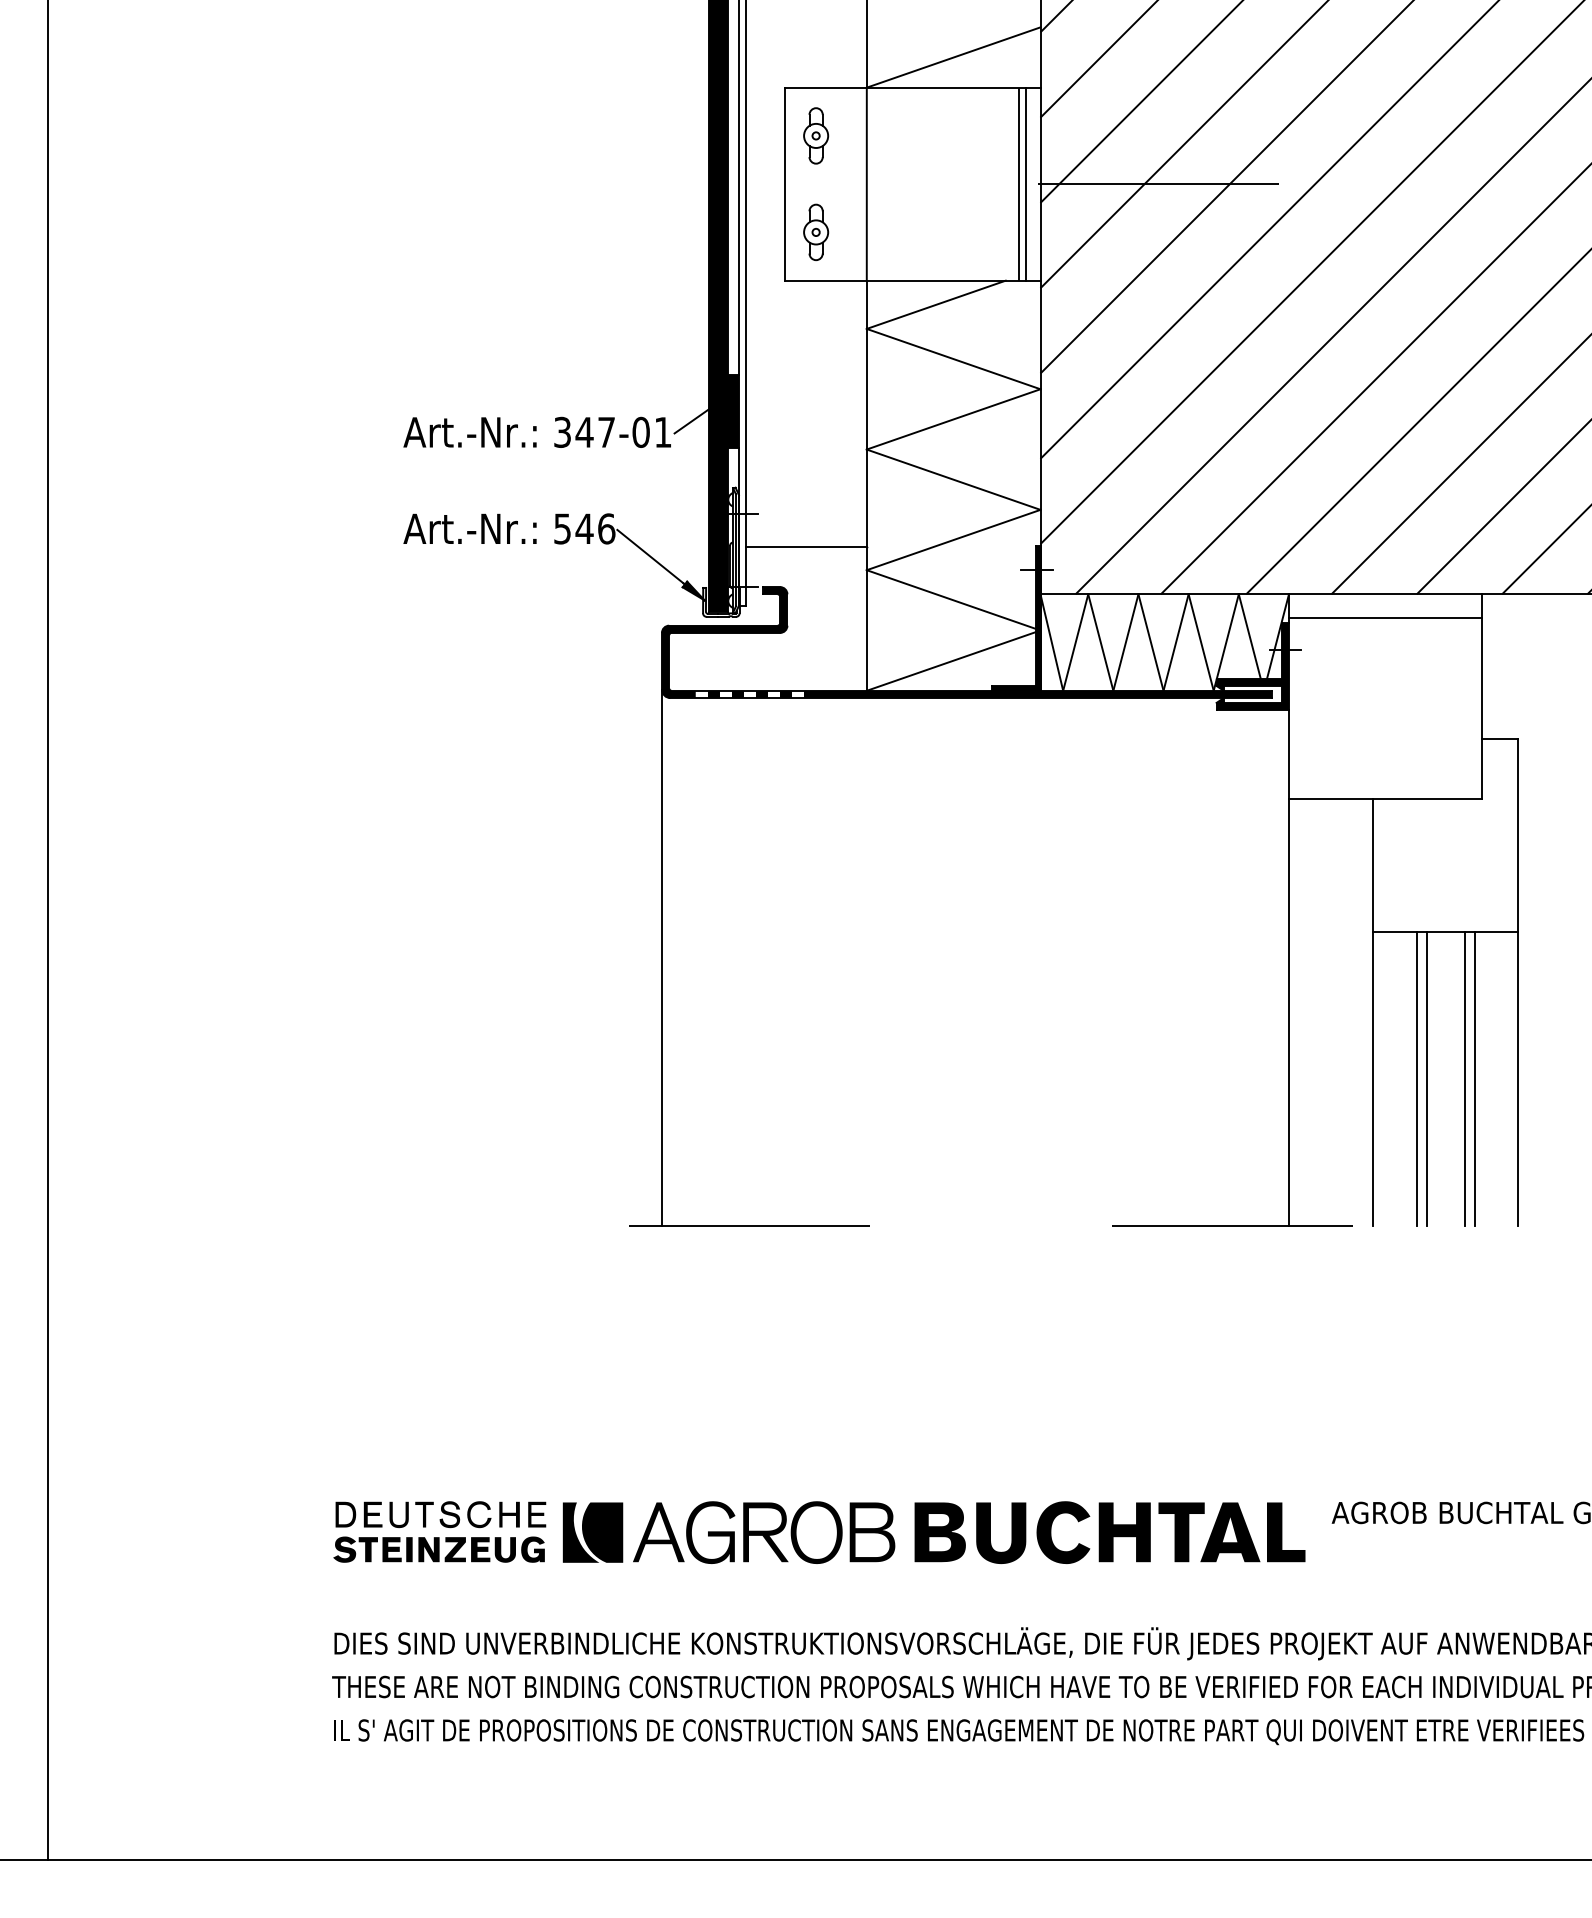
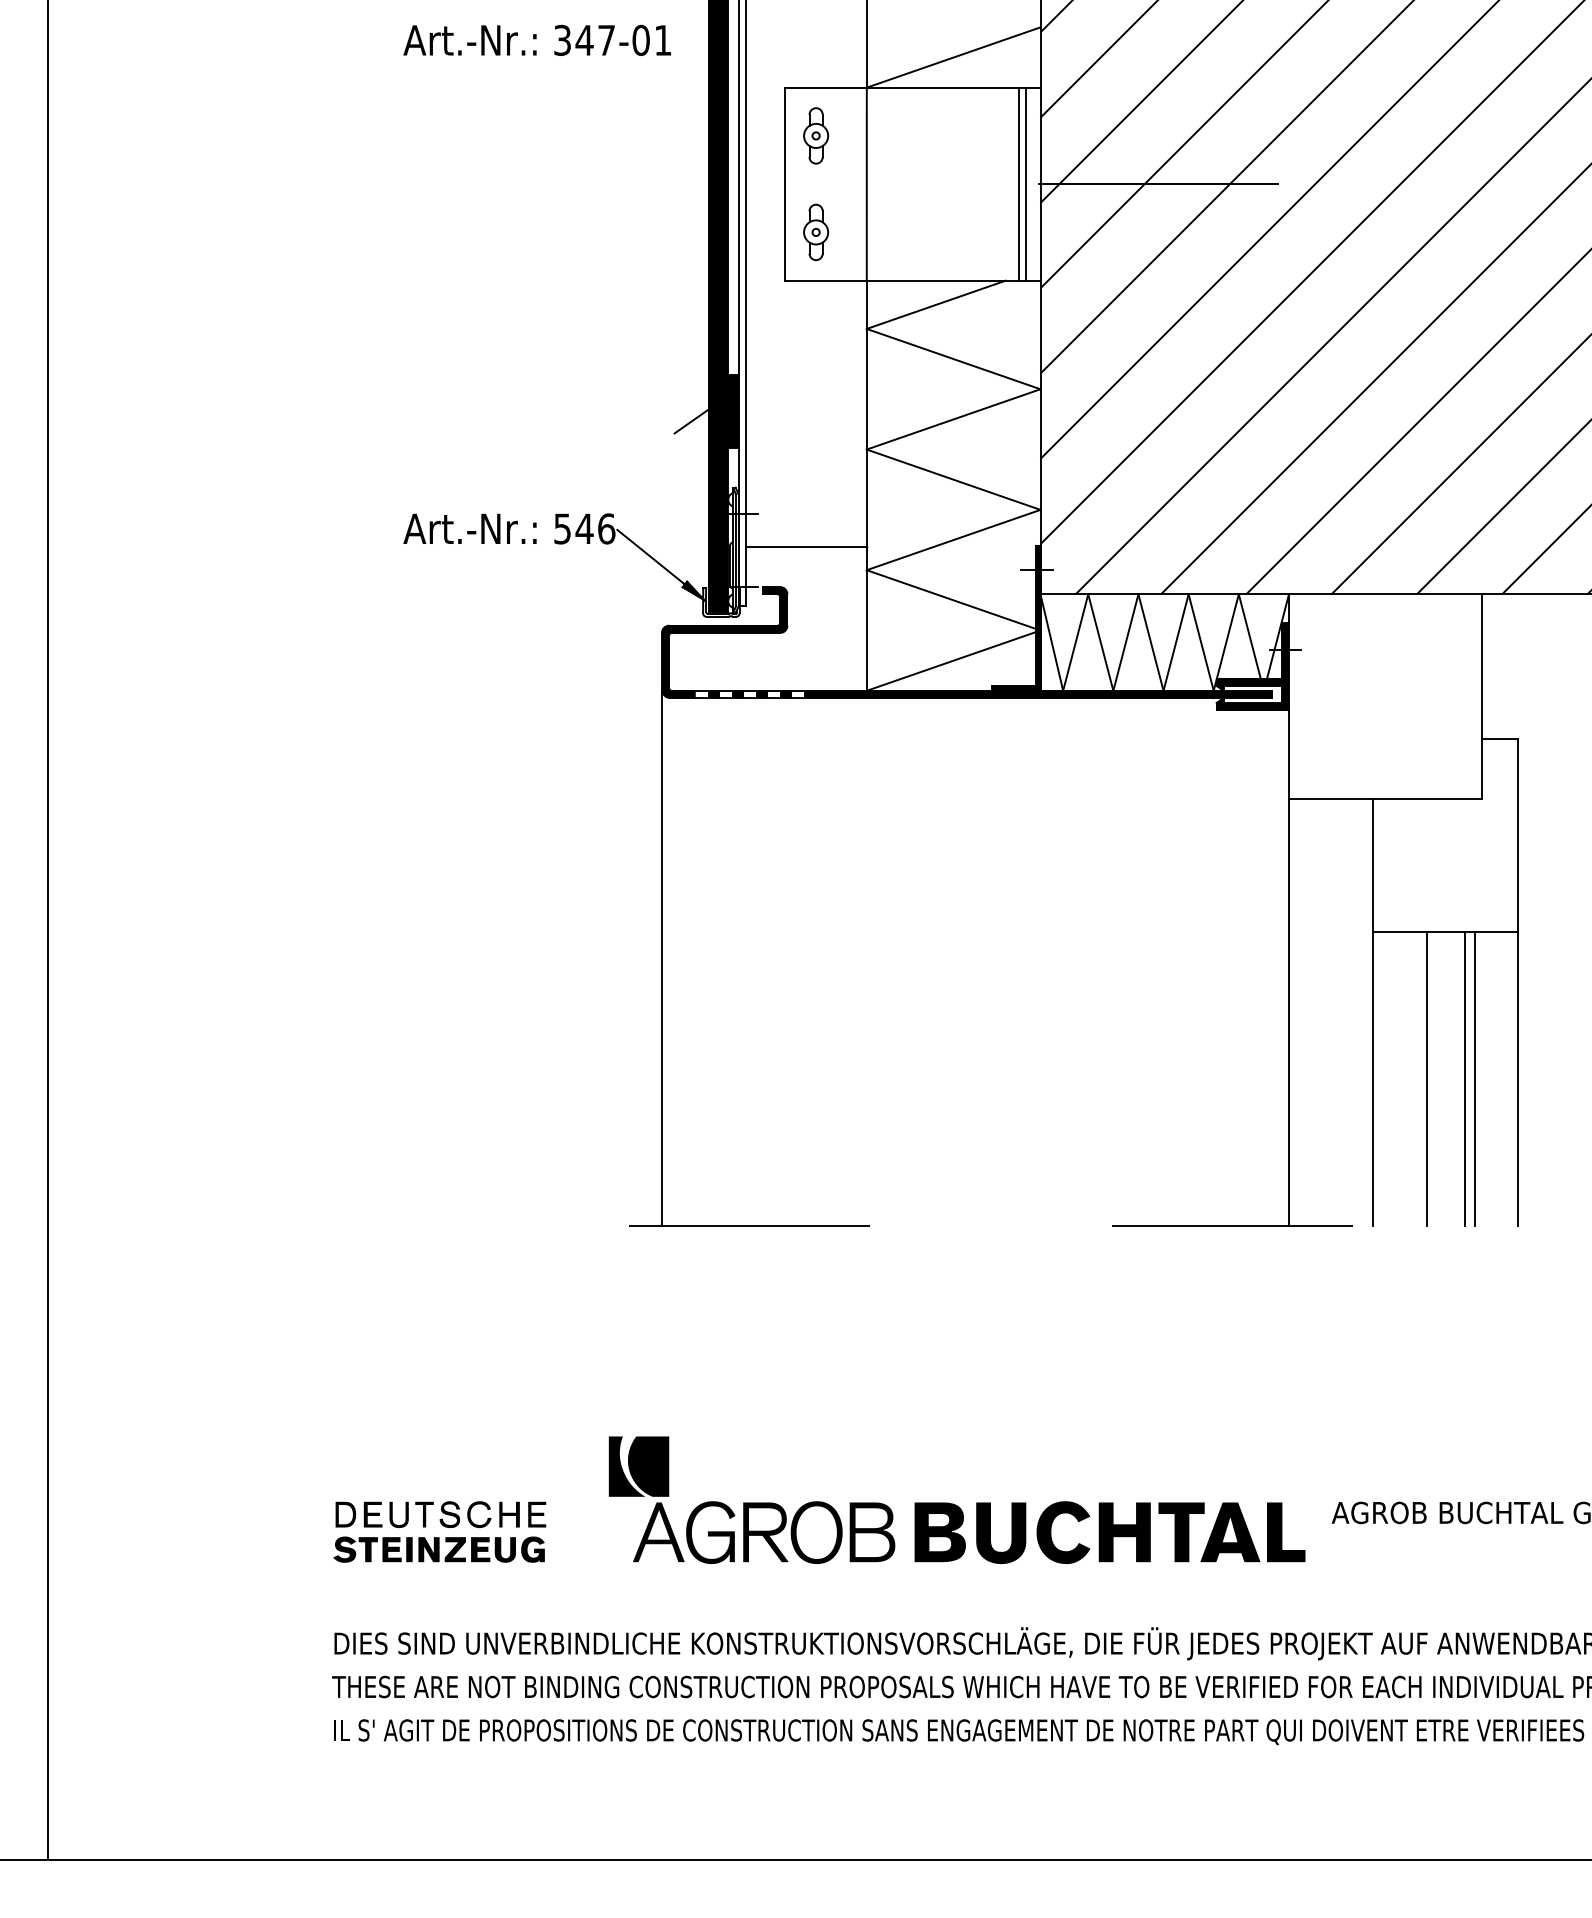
text at (536, 431) position: (536, 431) -> (536, 39)
line at (1384, 618): present -> none
line at (1416, 1079): present -> none
part at (592, 1532) position: (592, 1532) -> (638, 1466)
